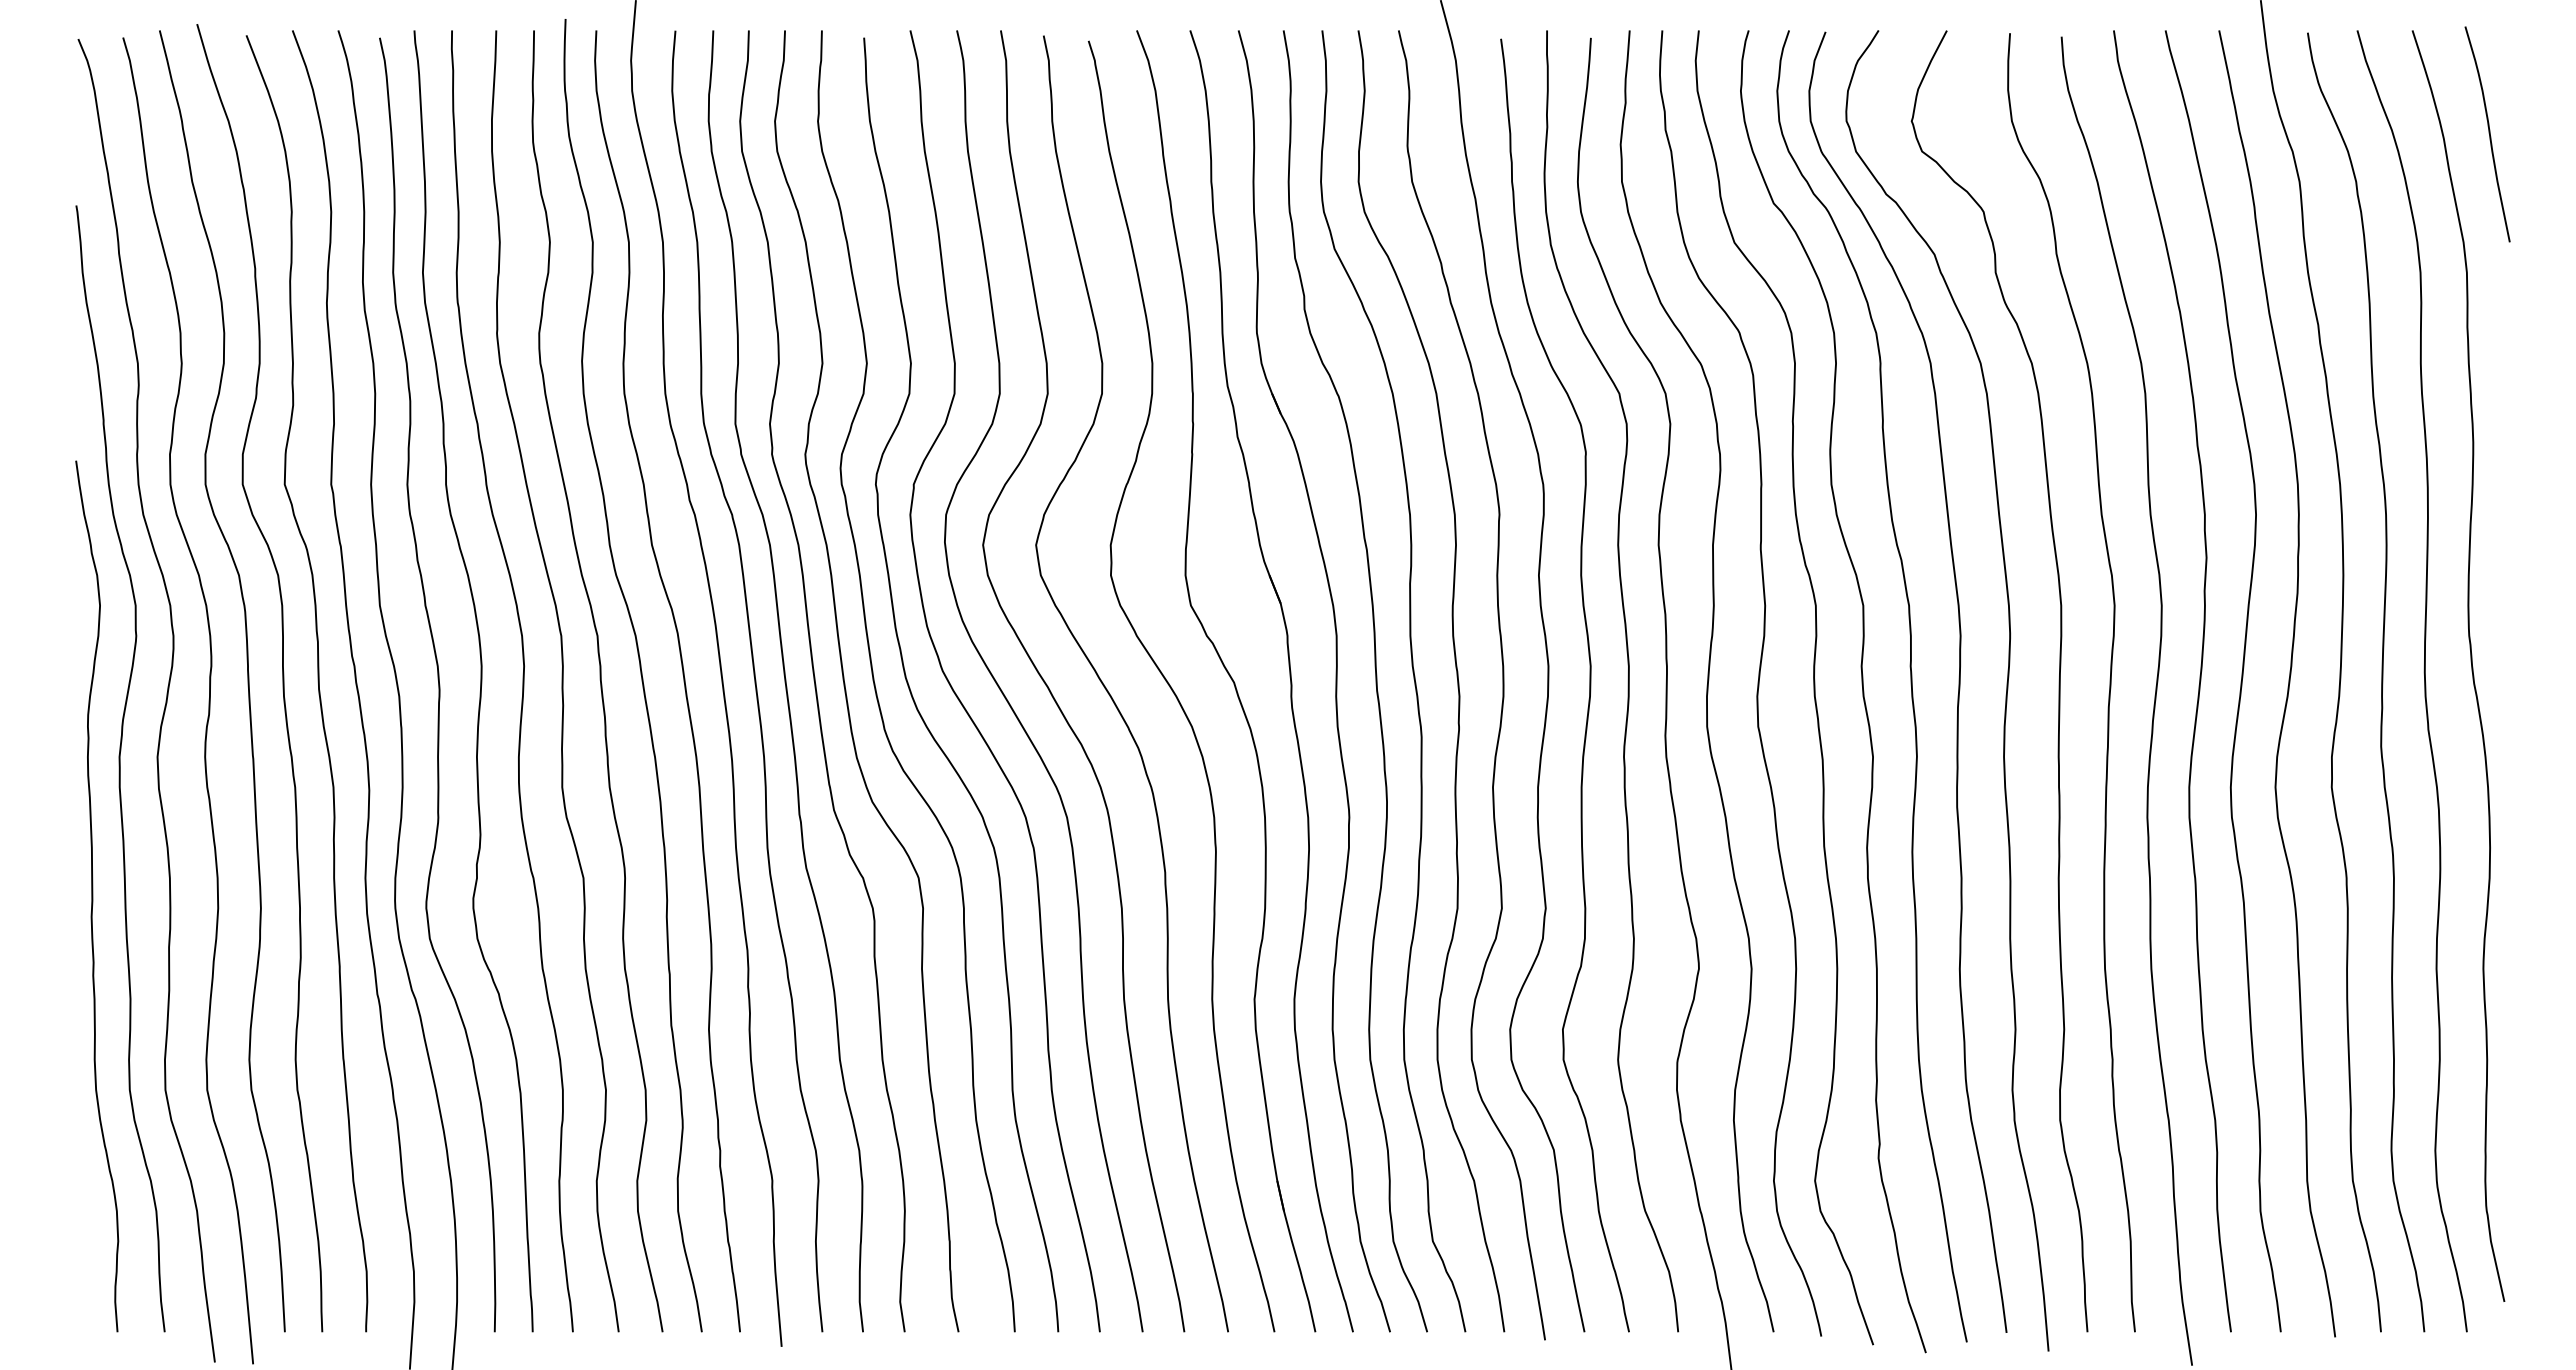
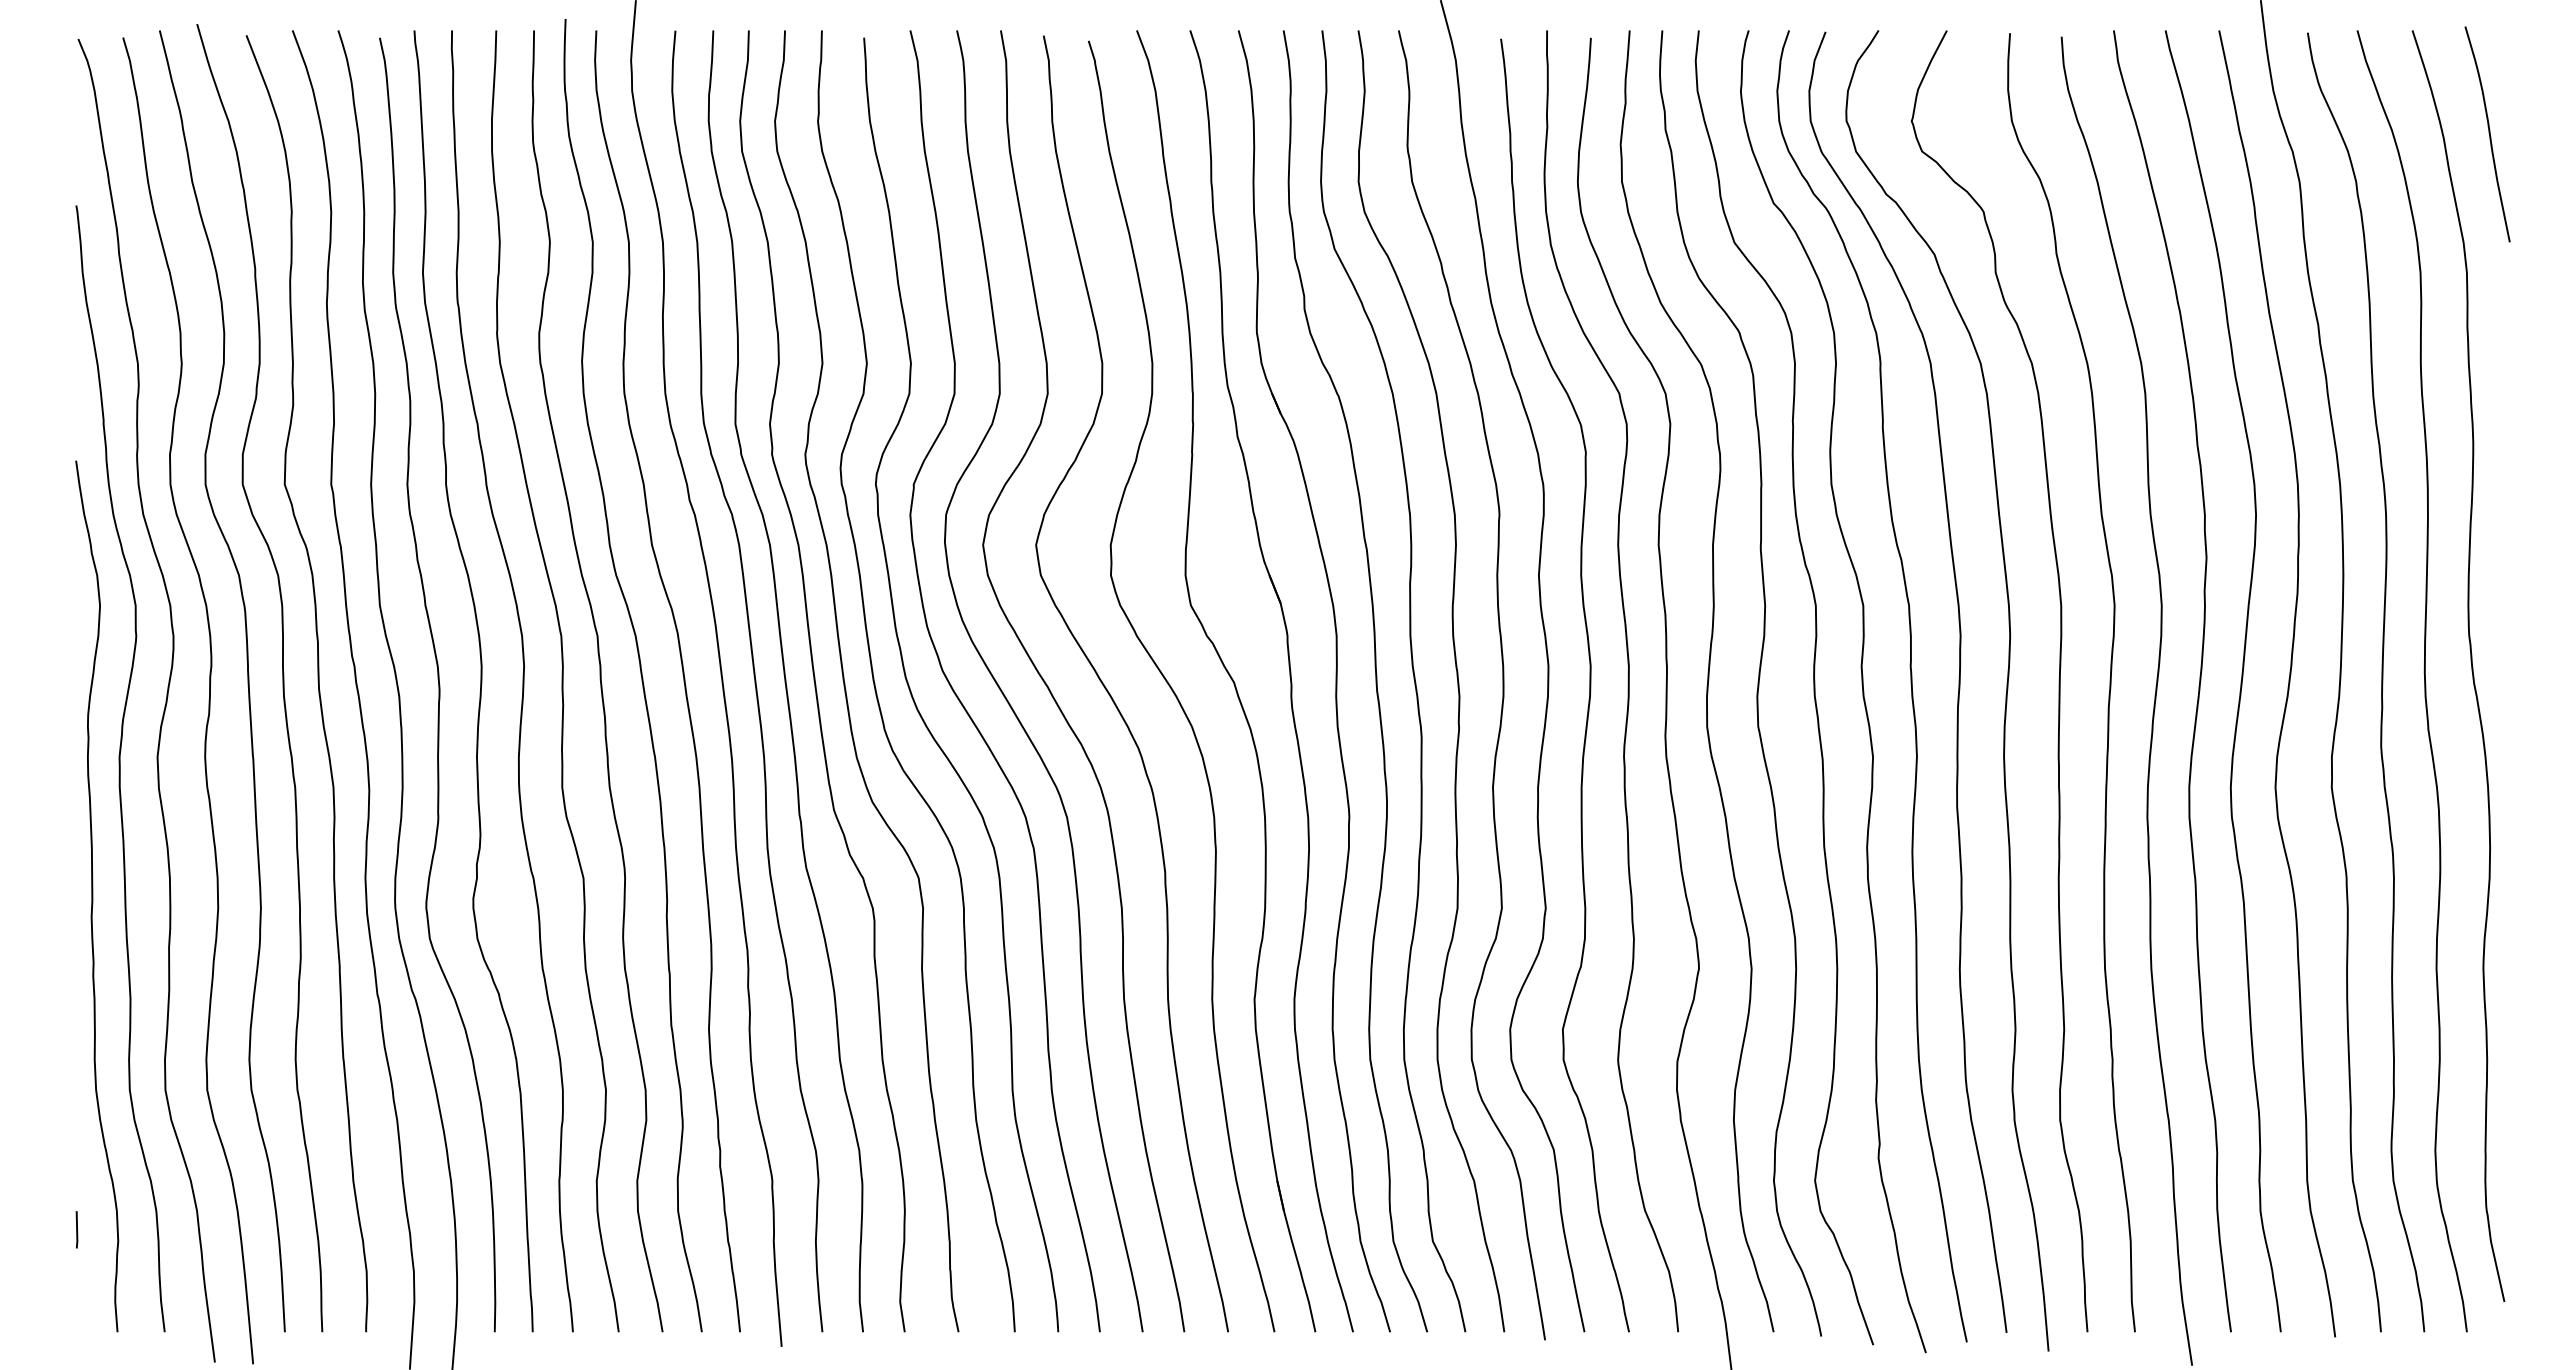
line at (76, 1229): none -> present
